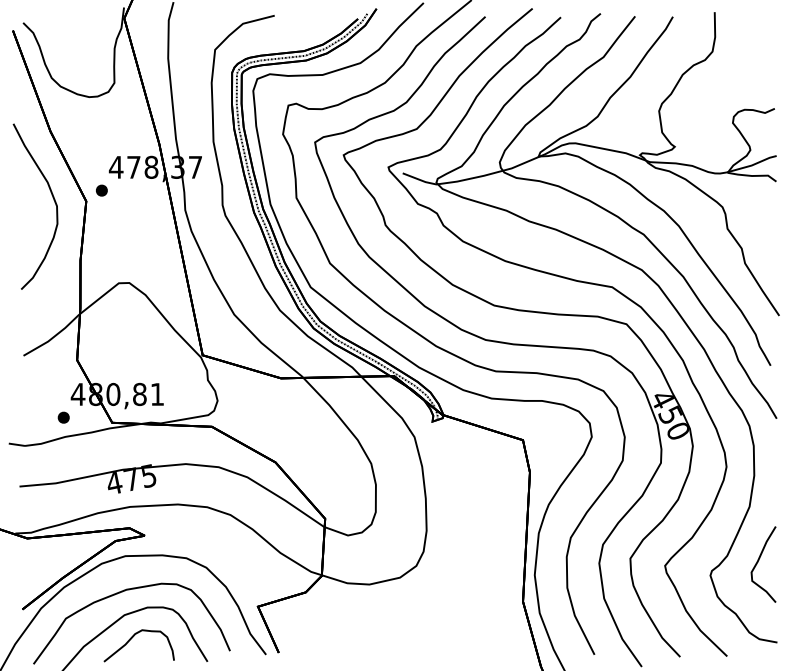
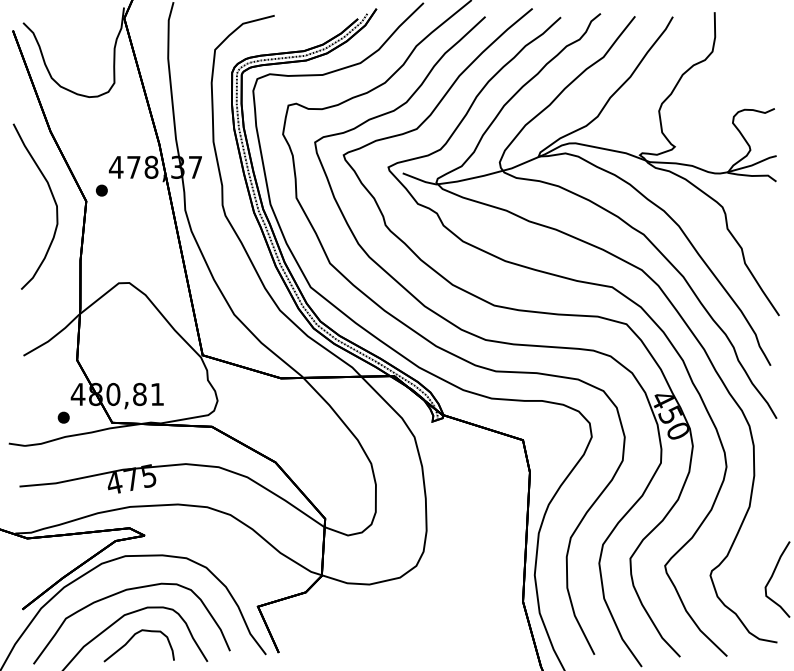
curve at (758, 562) position: (758, 562) -> (772, 577)
